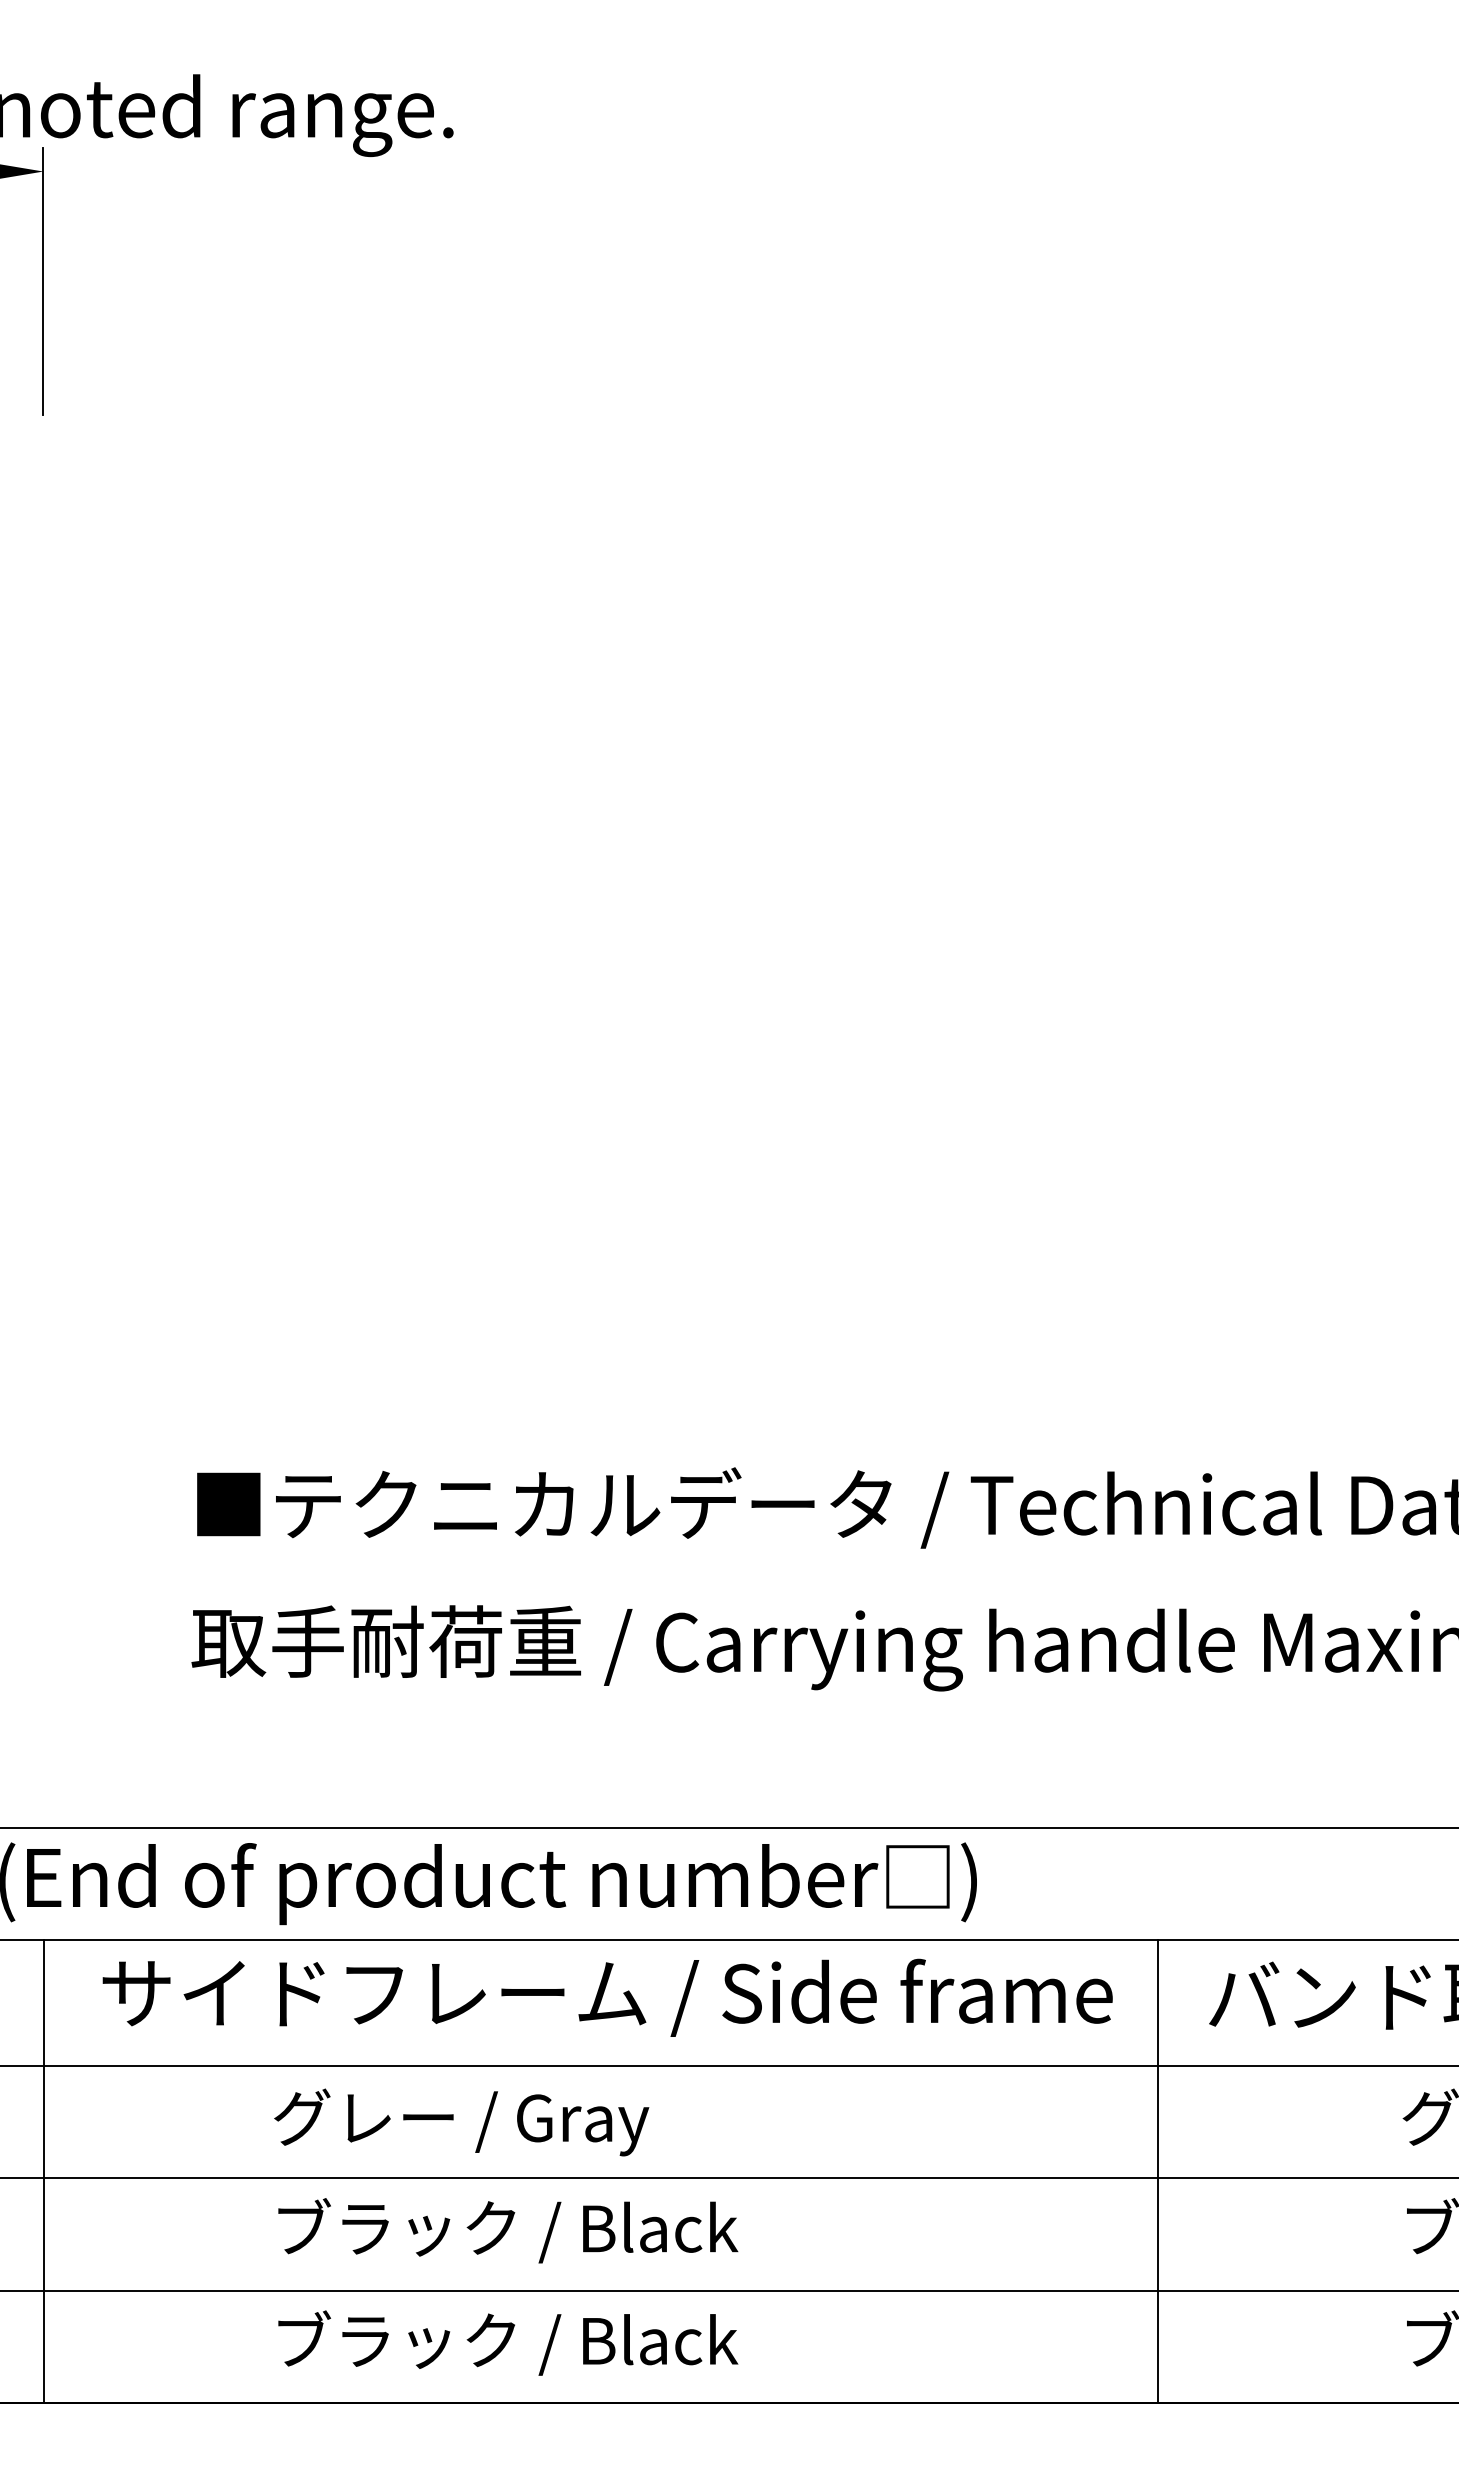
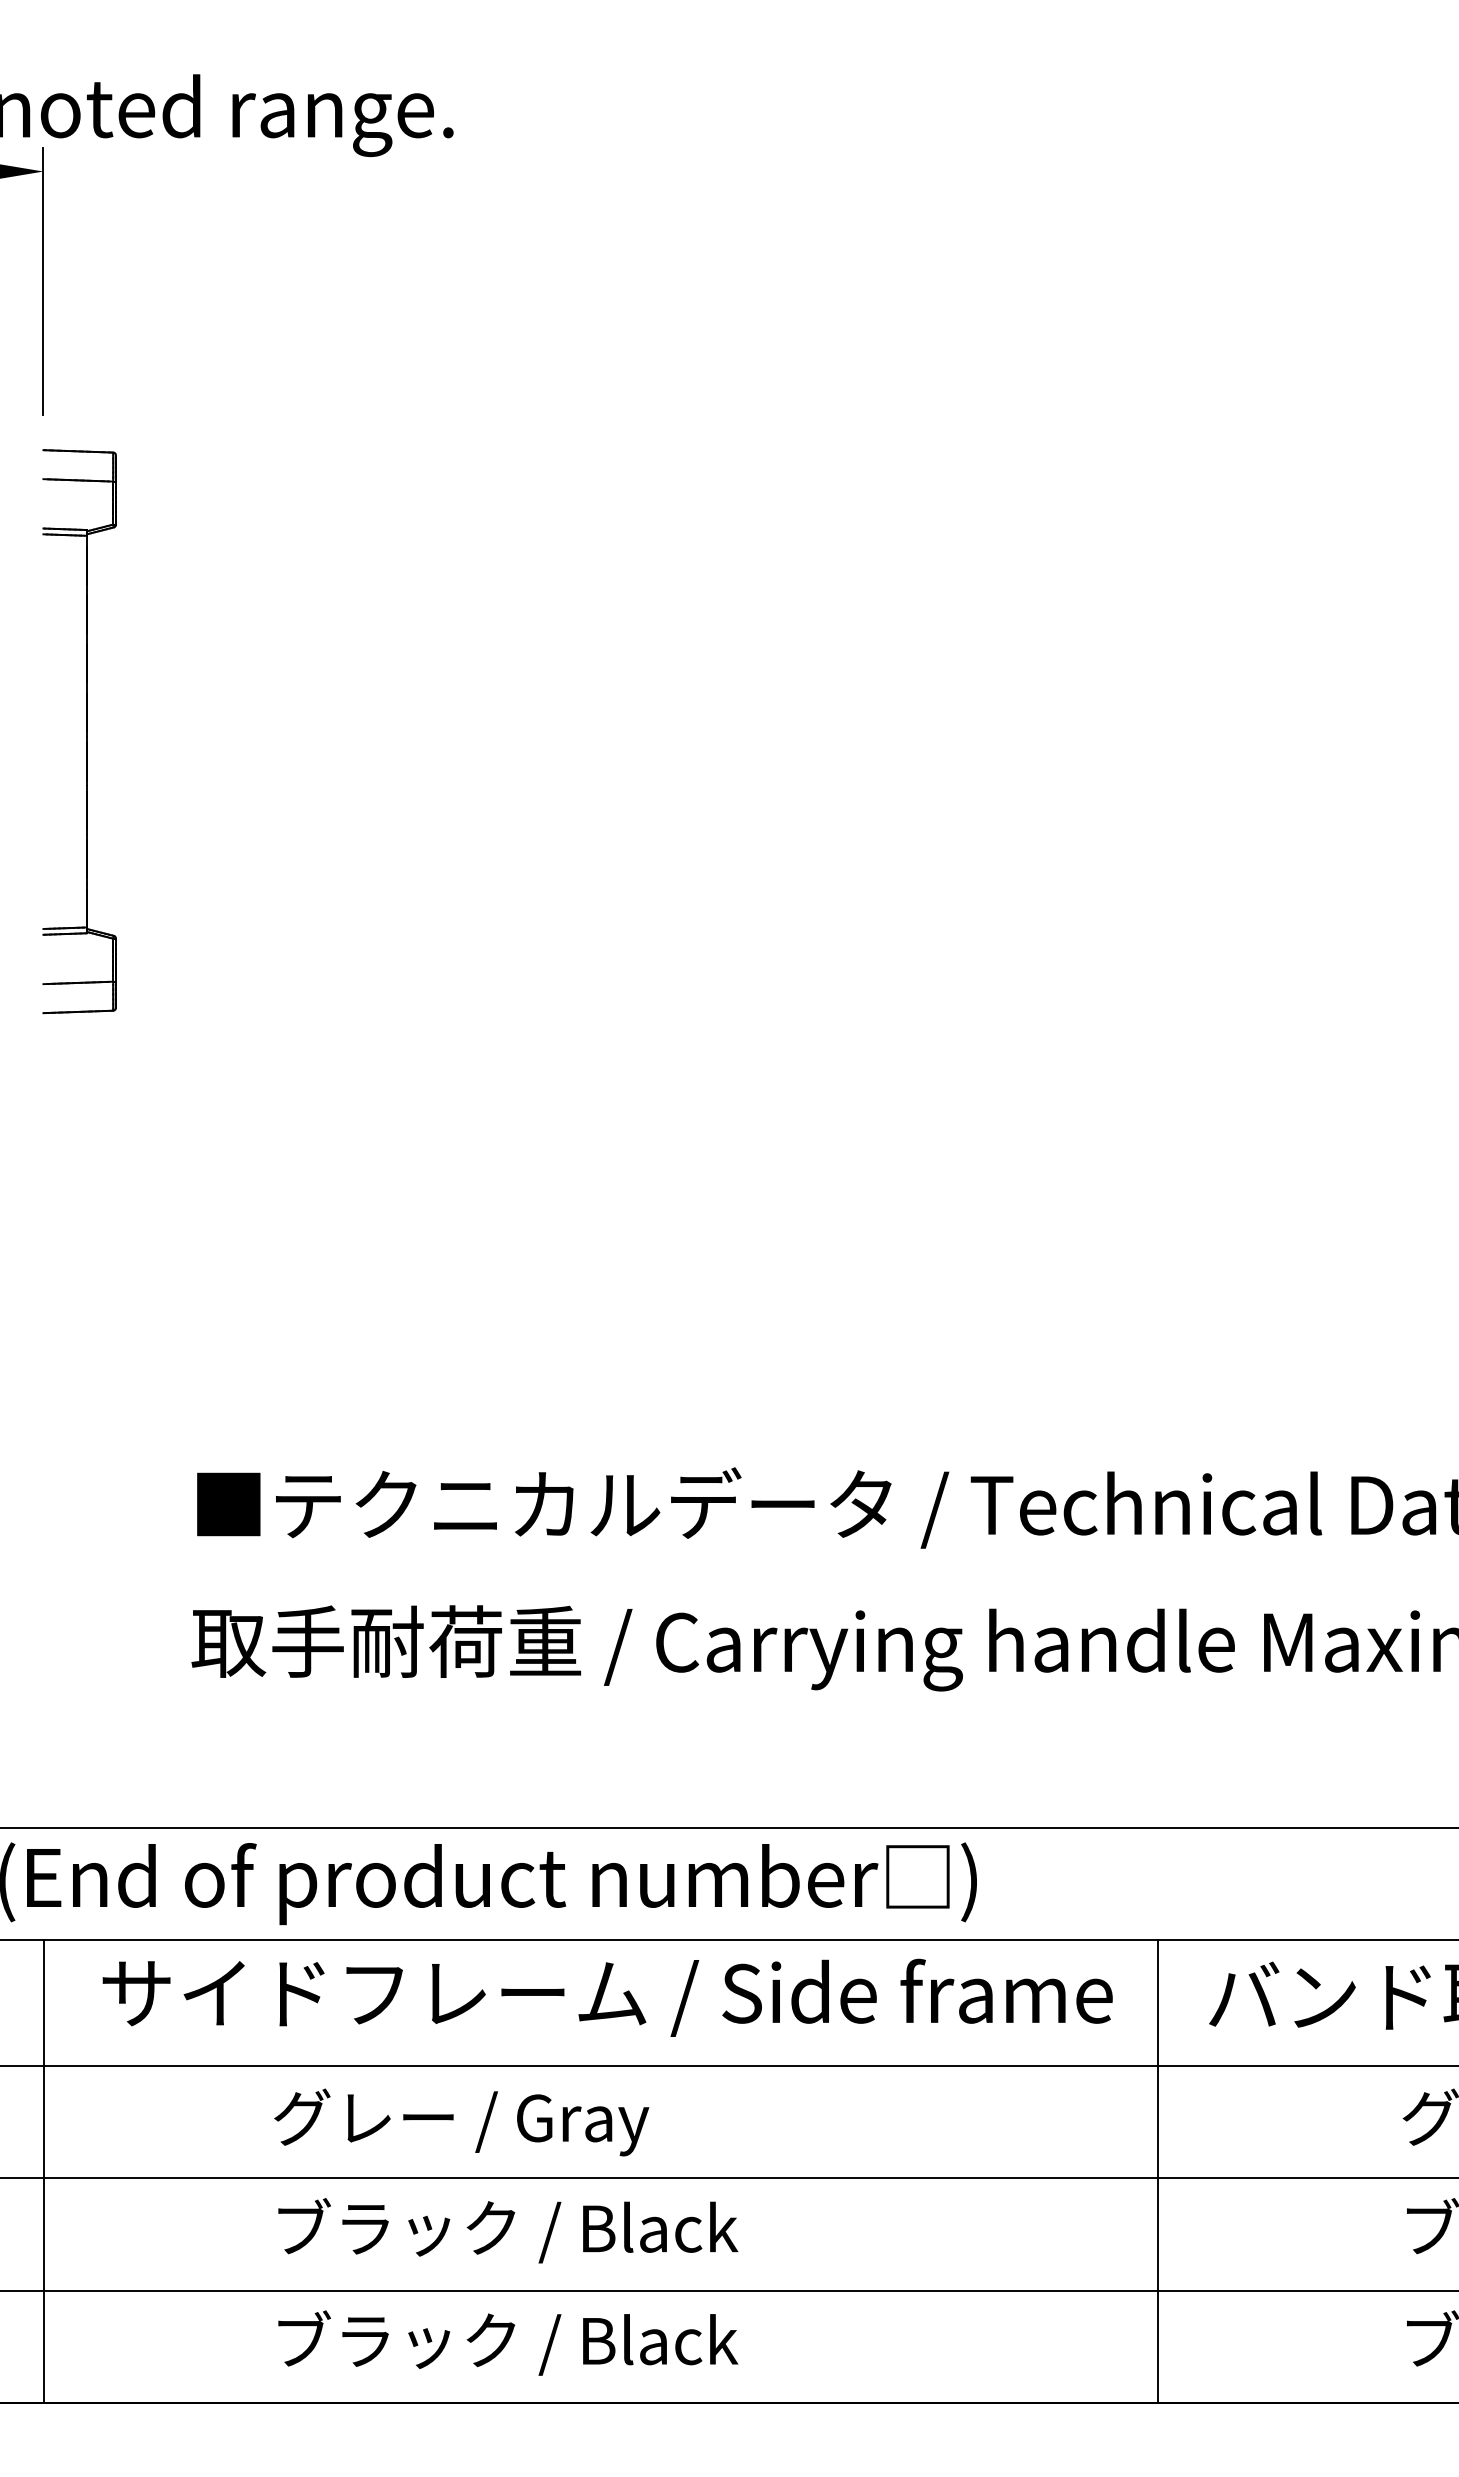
part at (86, 731): none -> present
